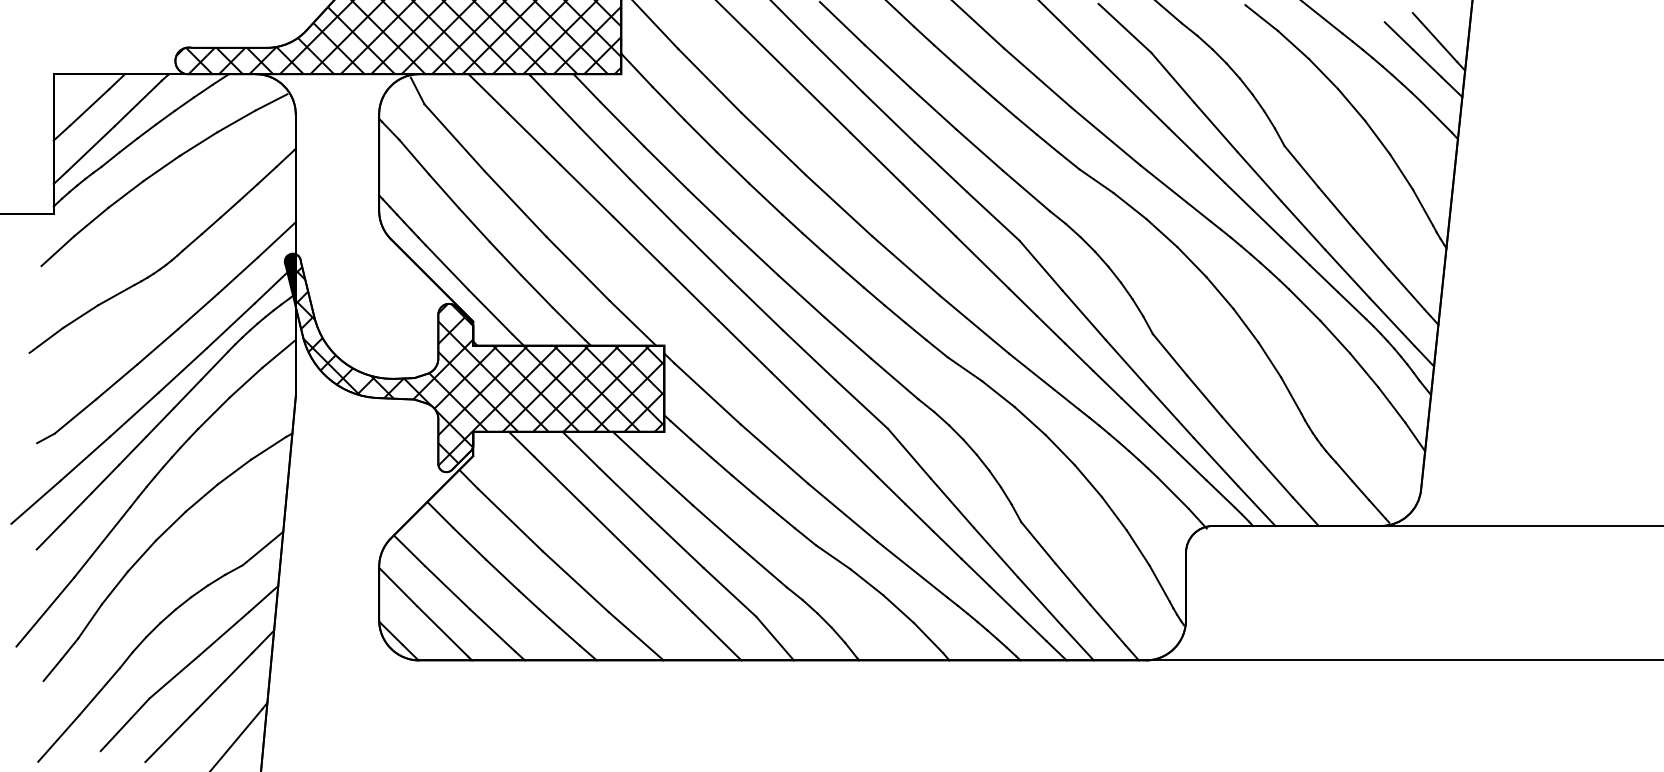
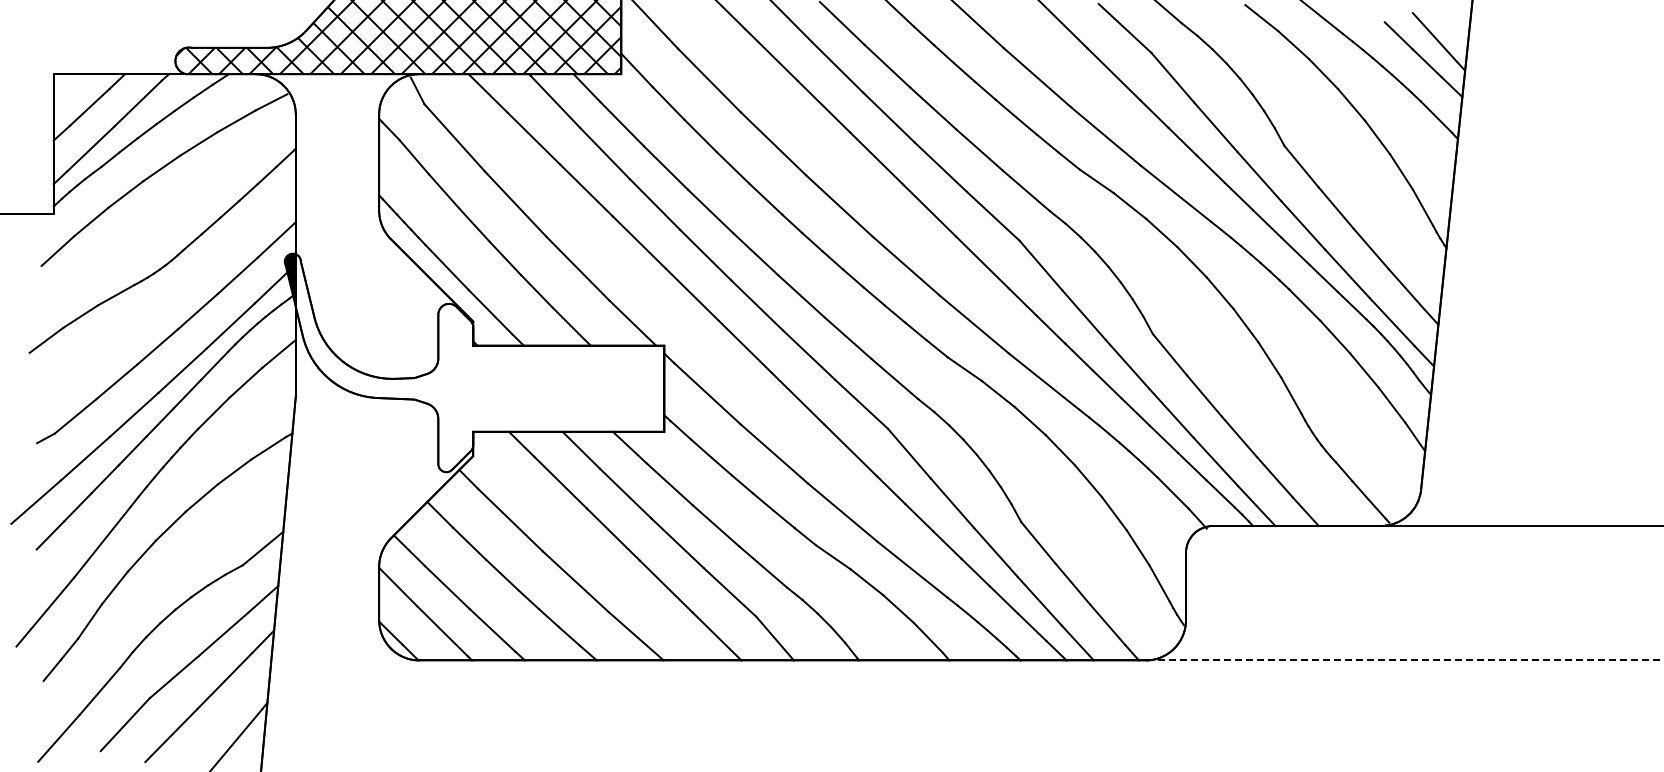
hatch at (479, 366): present -> none
line at (1404, 660): solid -> dashed
